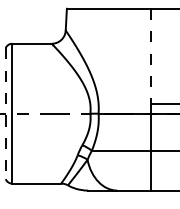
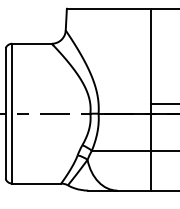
line at (150, 56): dashed -> solid
line at (5, 114): dashed -> solid
